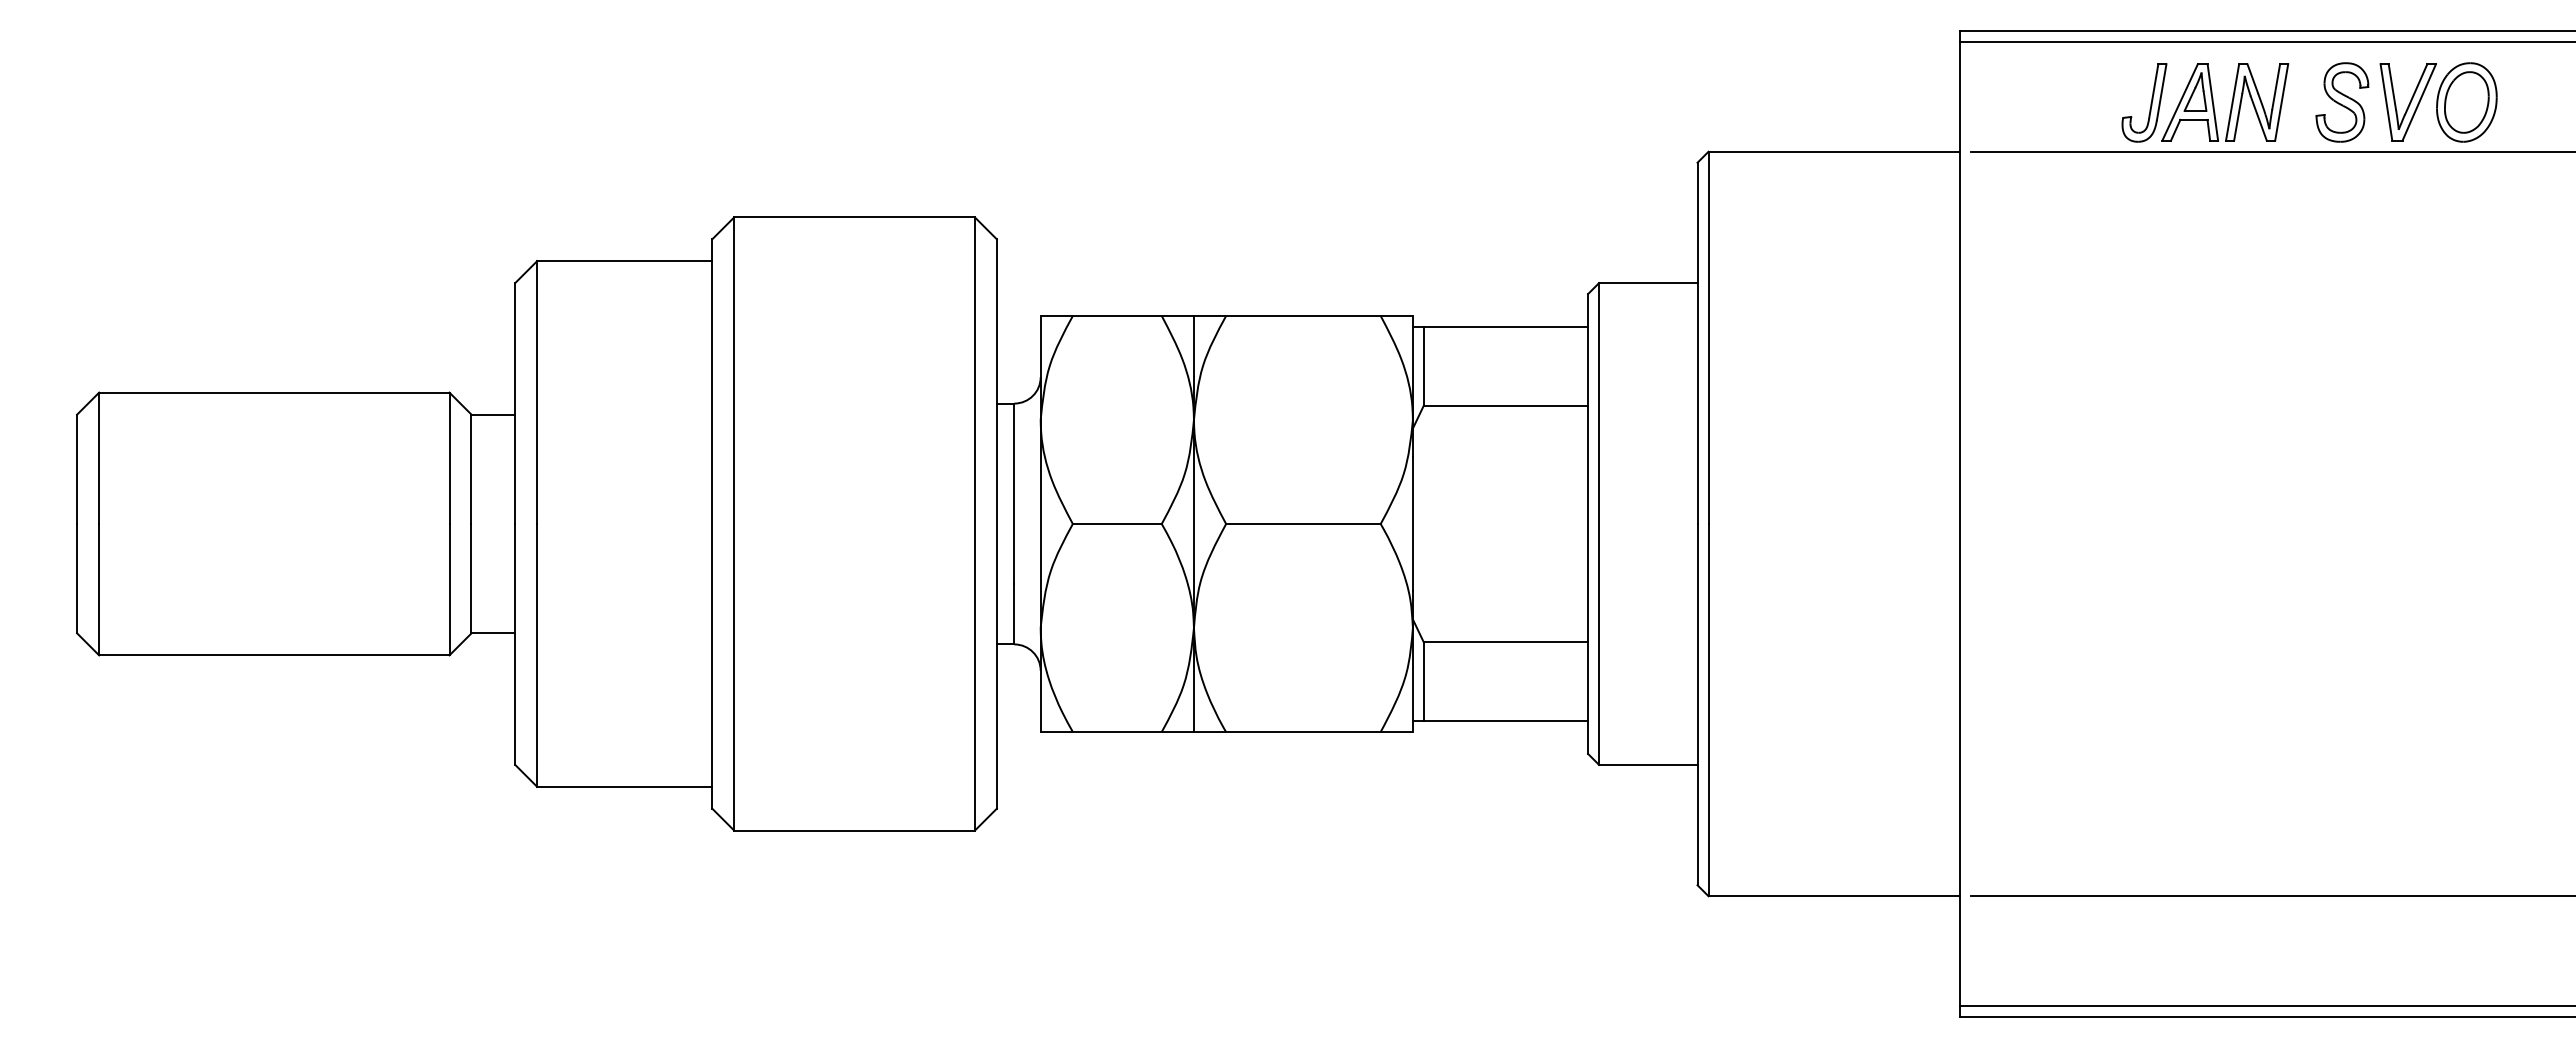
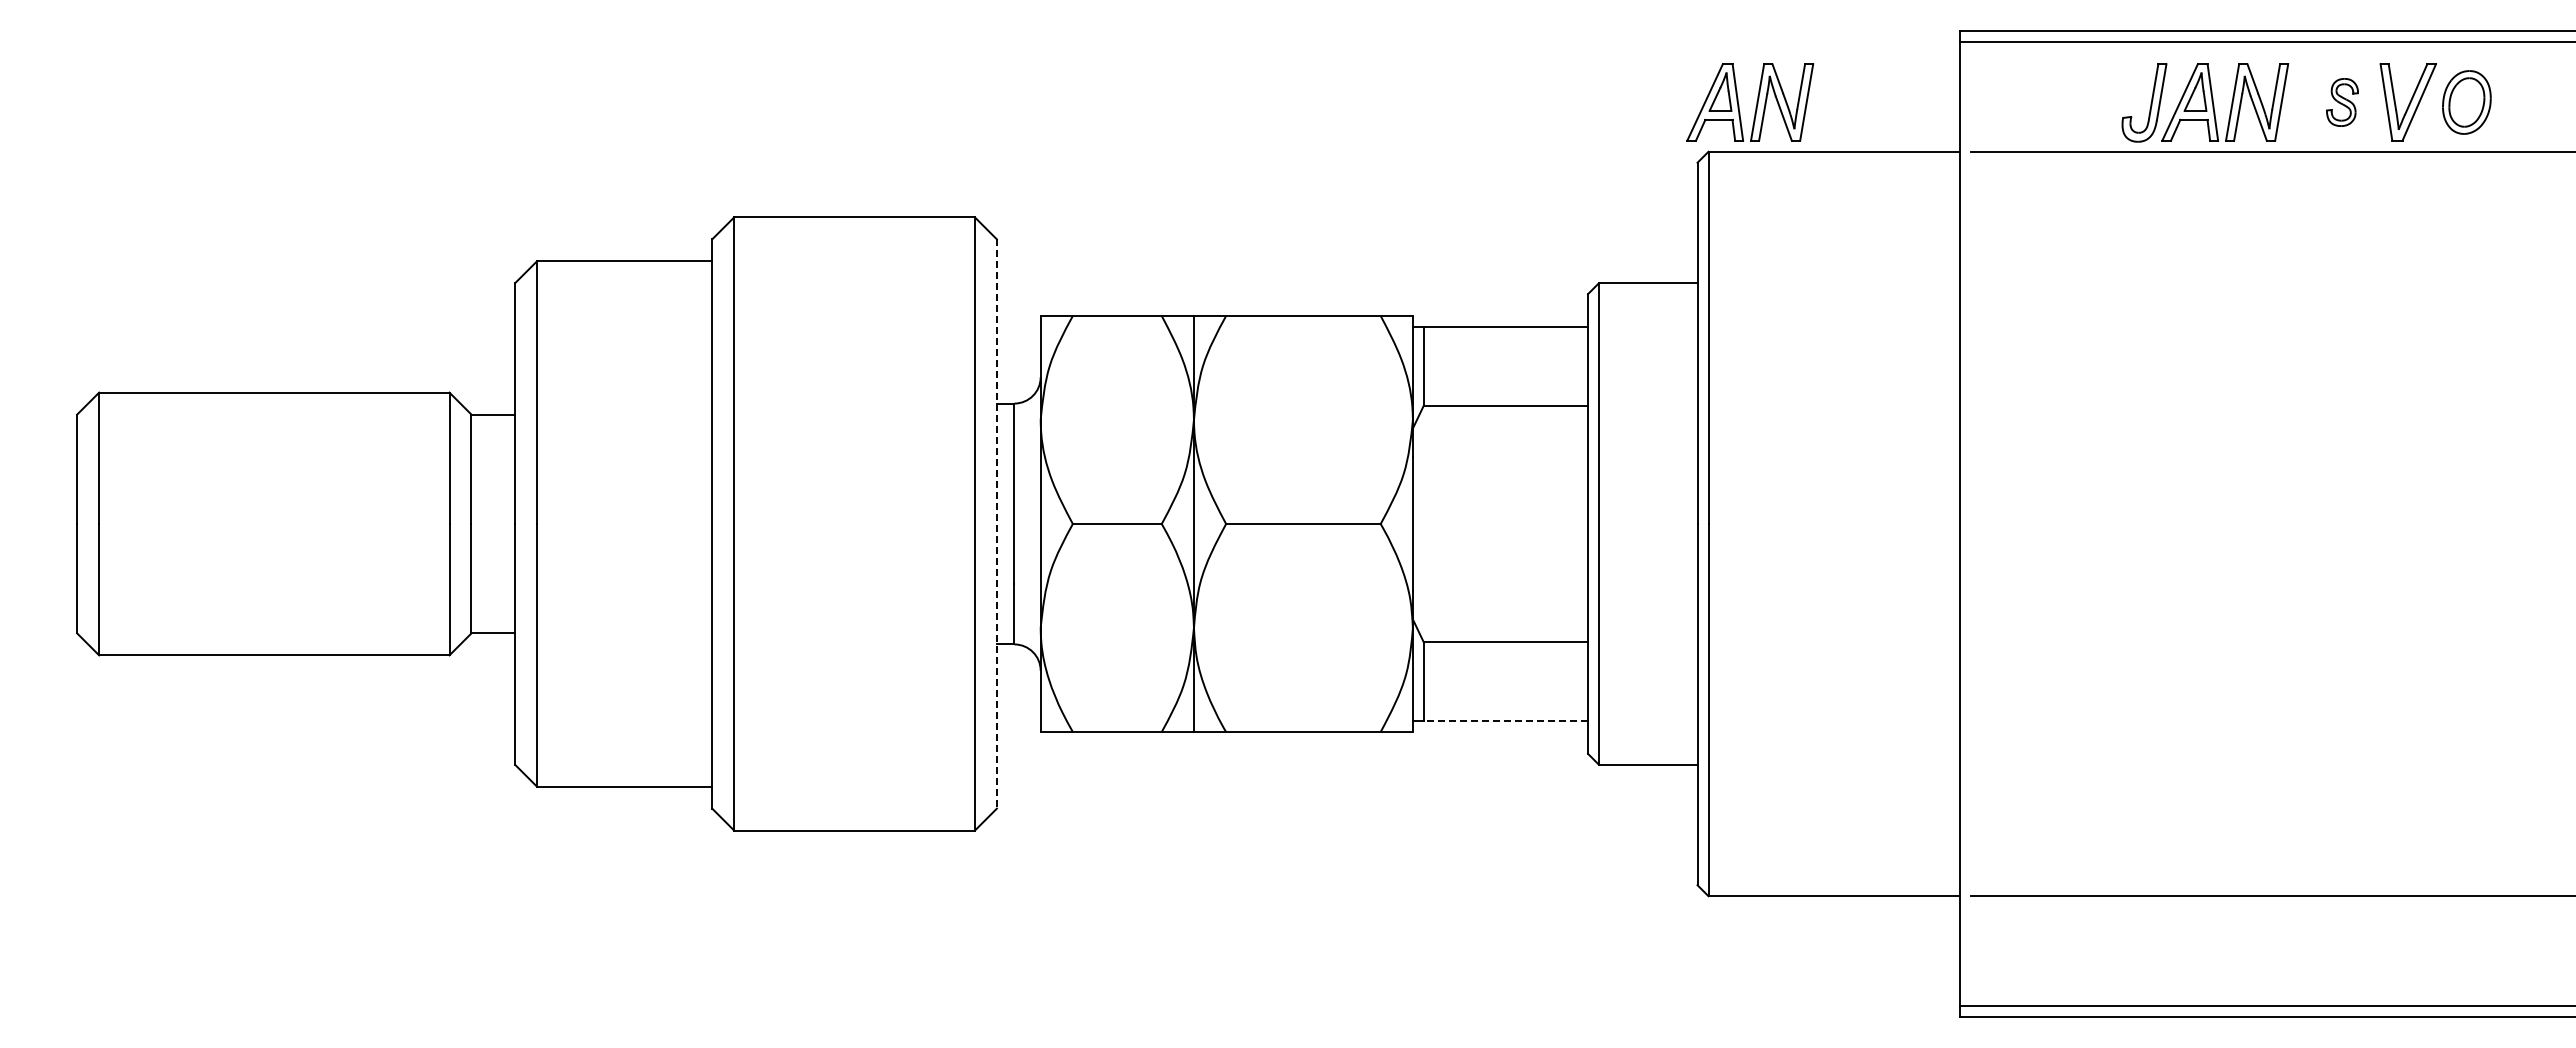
part at (1750, 102): none -> present
part at (2342, 102) size: 55x81 px -> 33x49 px
part at (2466, 102) size: 62x81 px -> 50x65 px
line at (996, 524): solid -> dashed
line at (1505, 721): solid -> dashed
